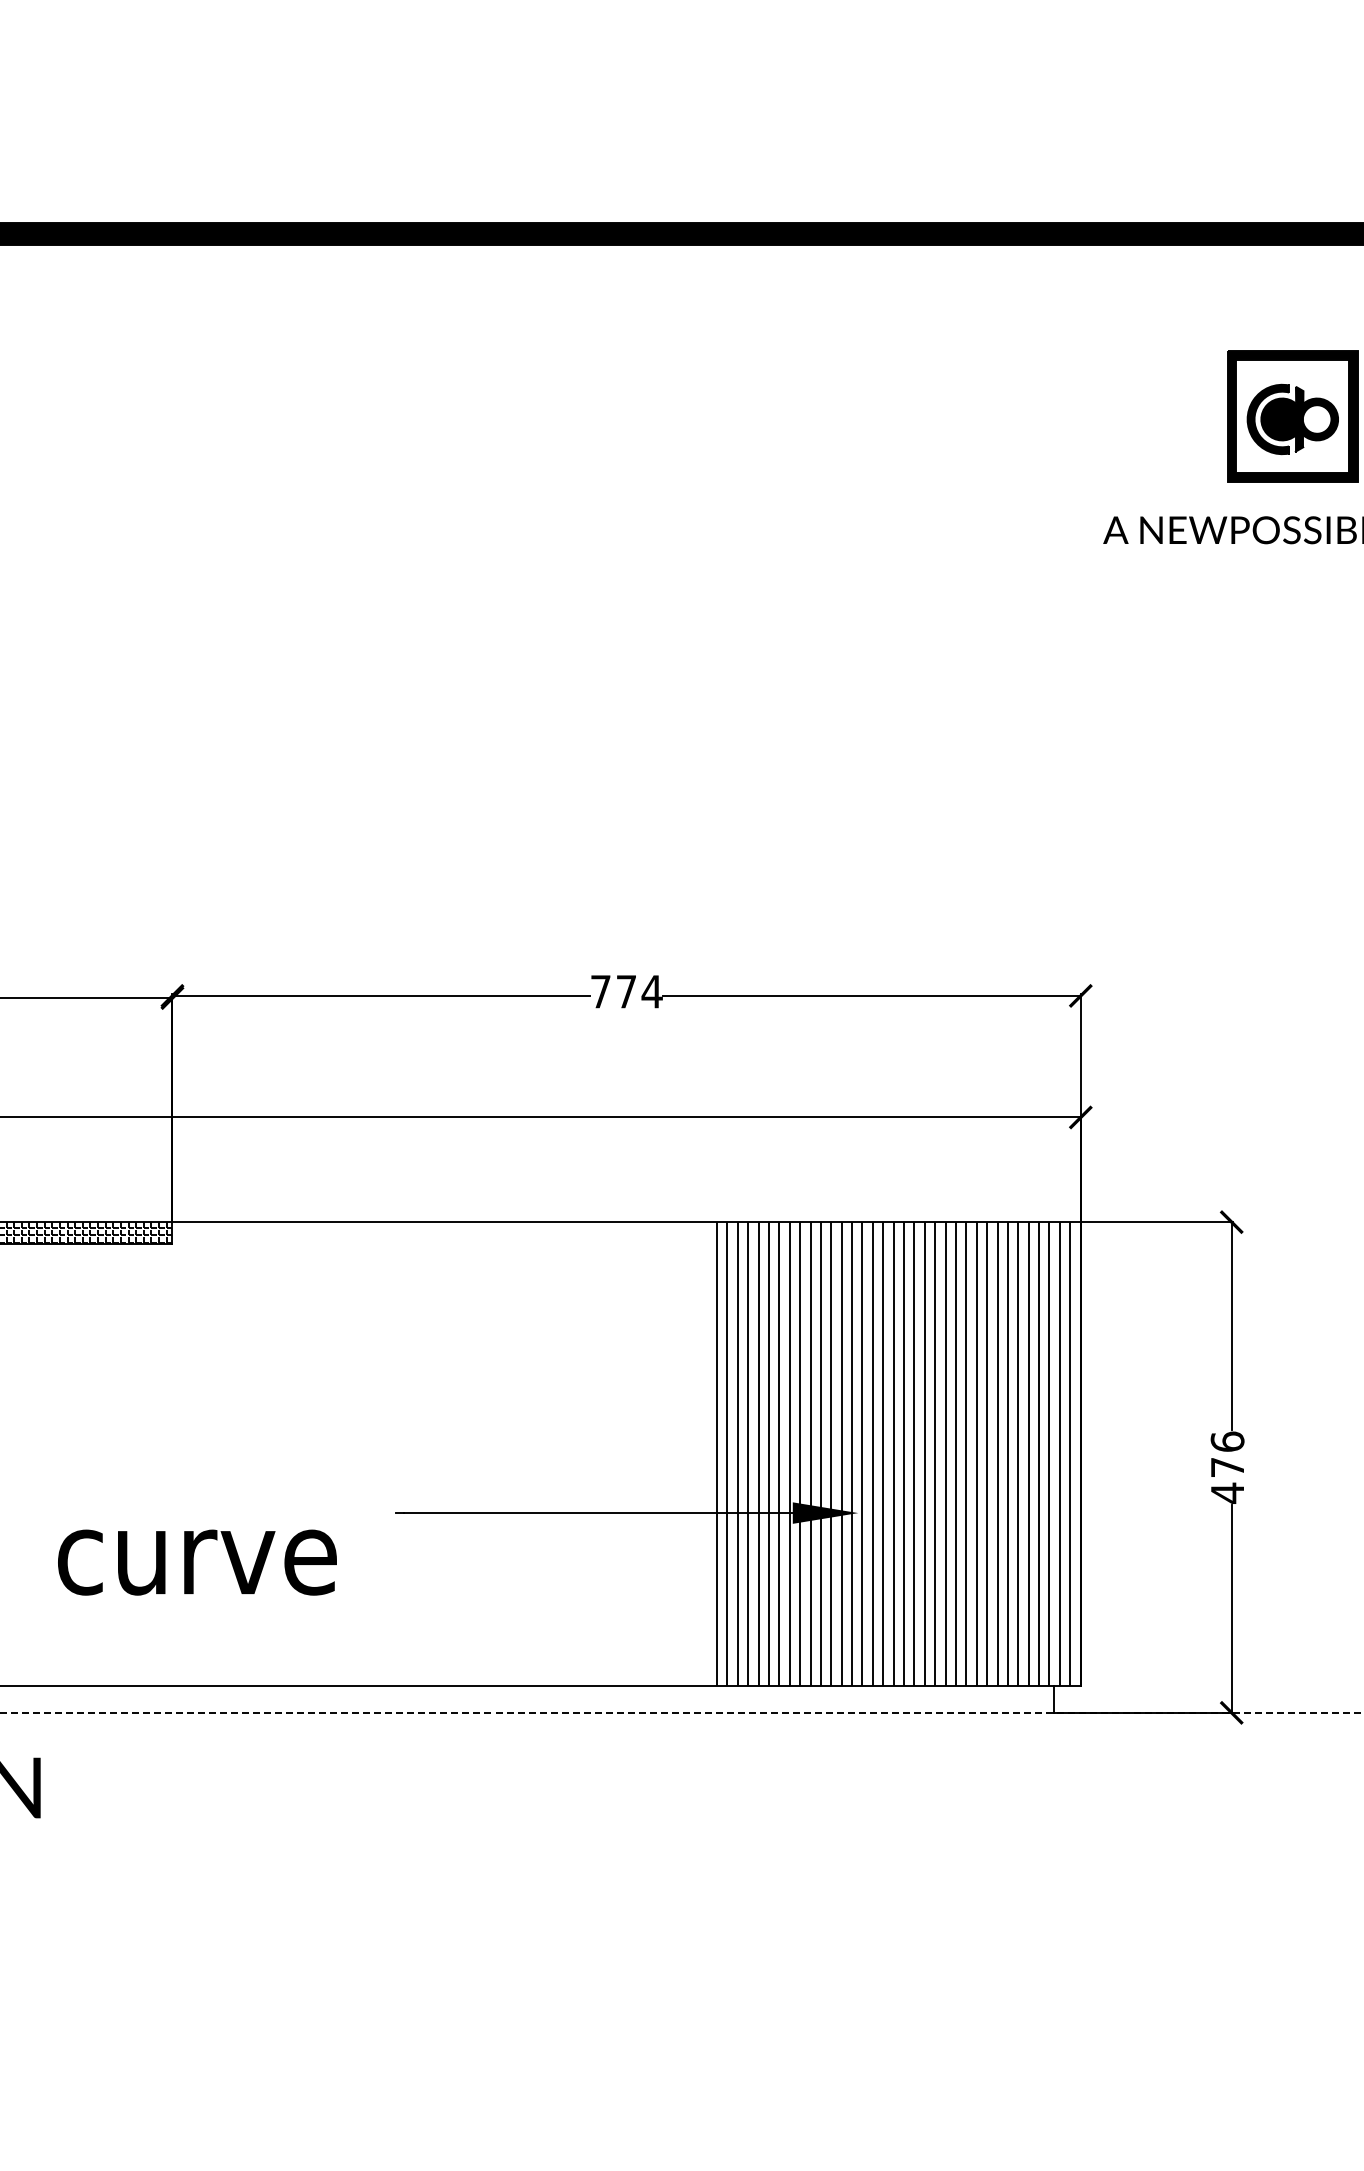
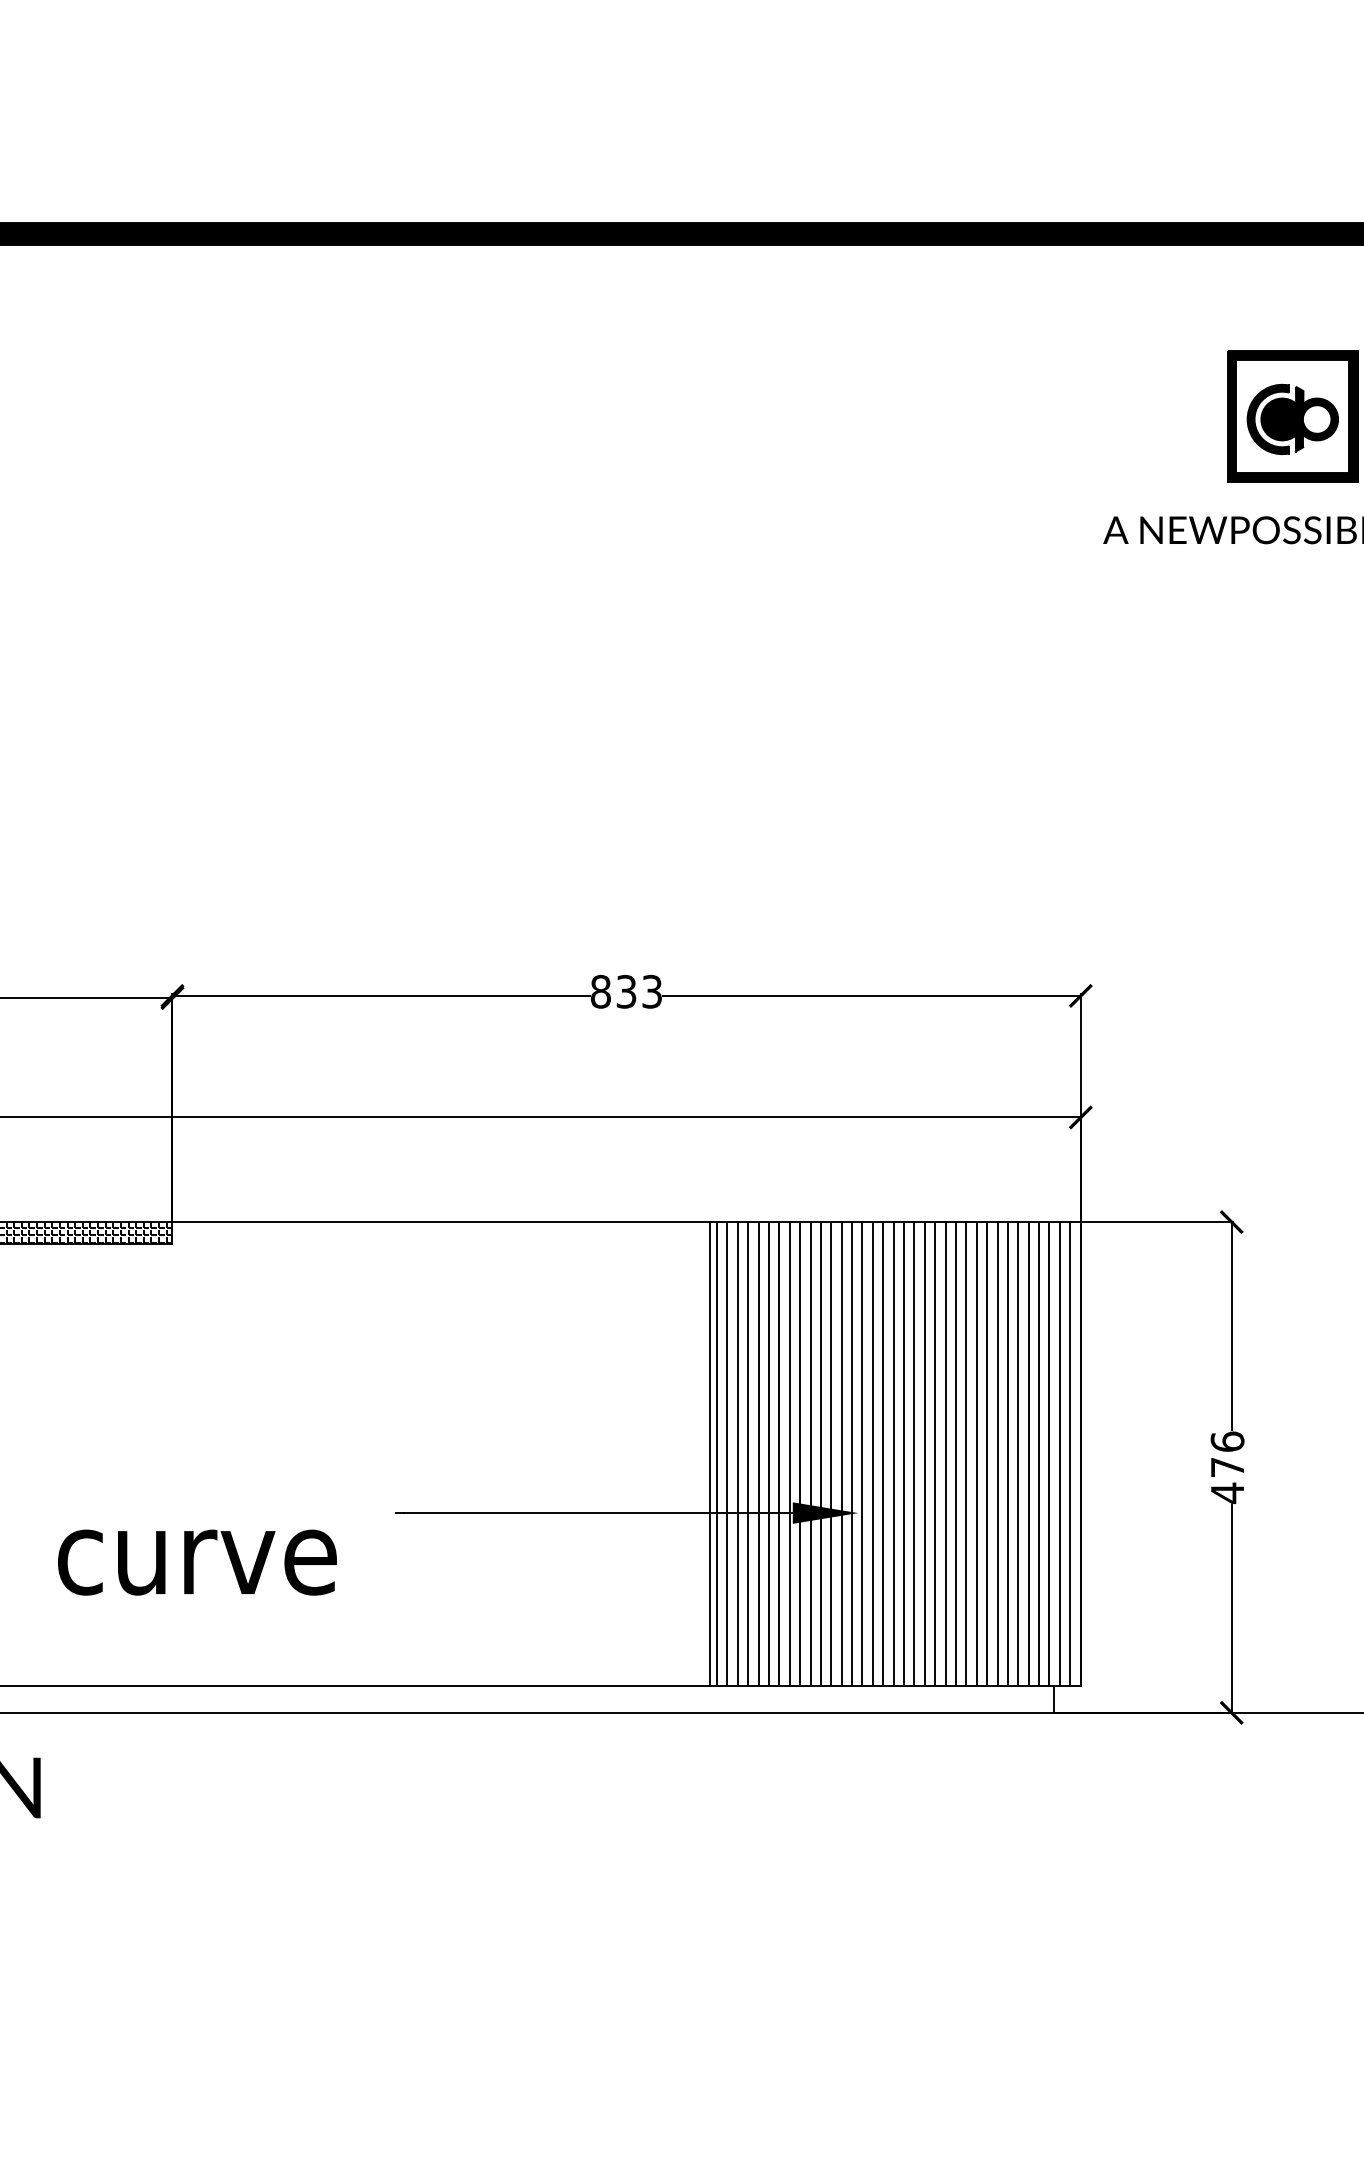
text at (626, 991): 774 -> 833
line at (710, 1453): none -> present
line at (682, 1712): dashed -> solid
